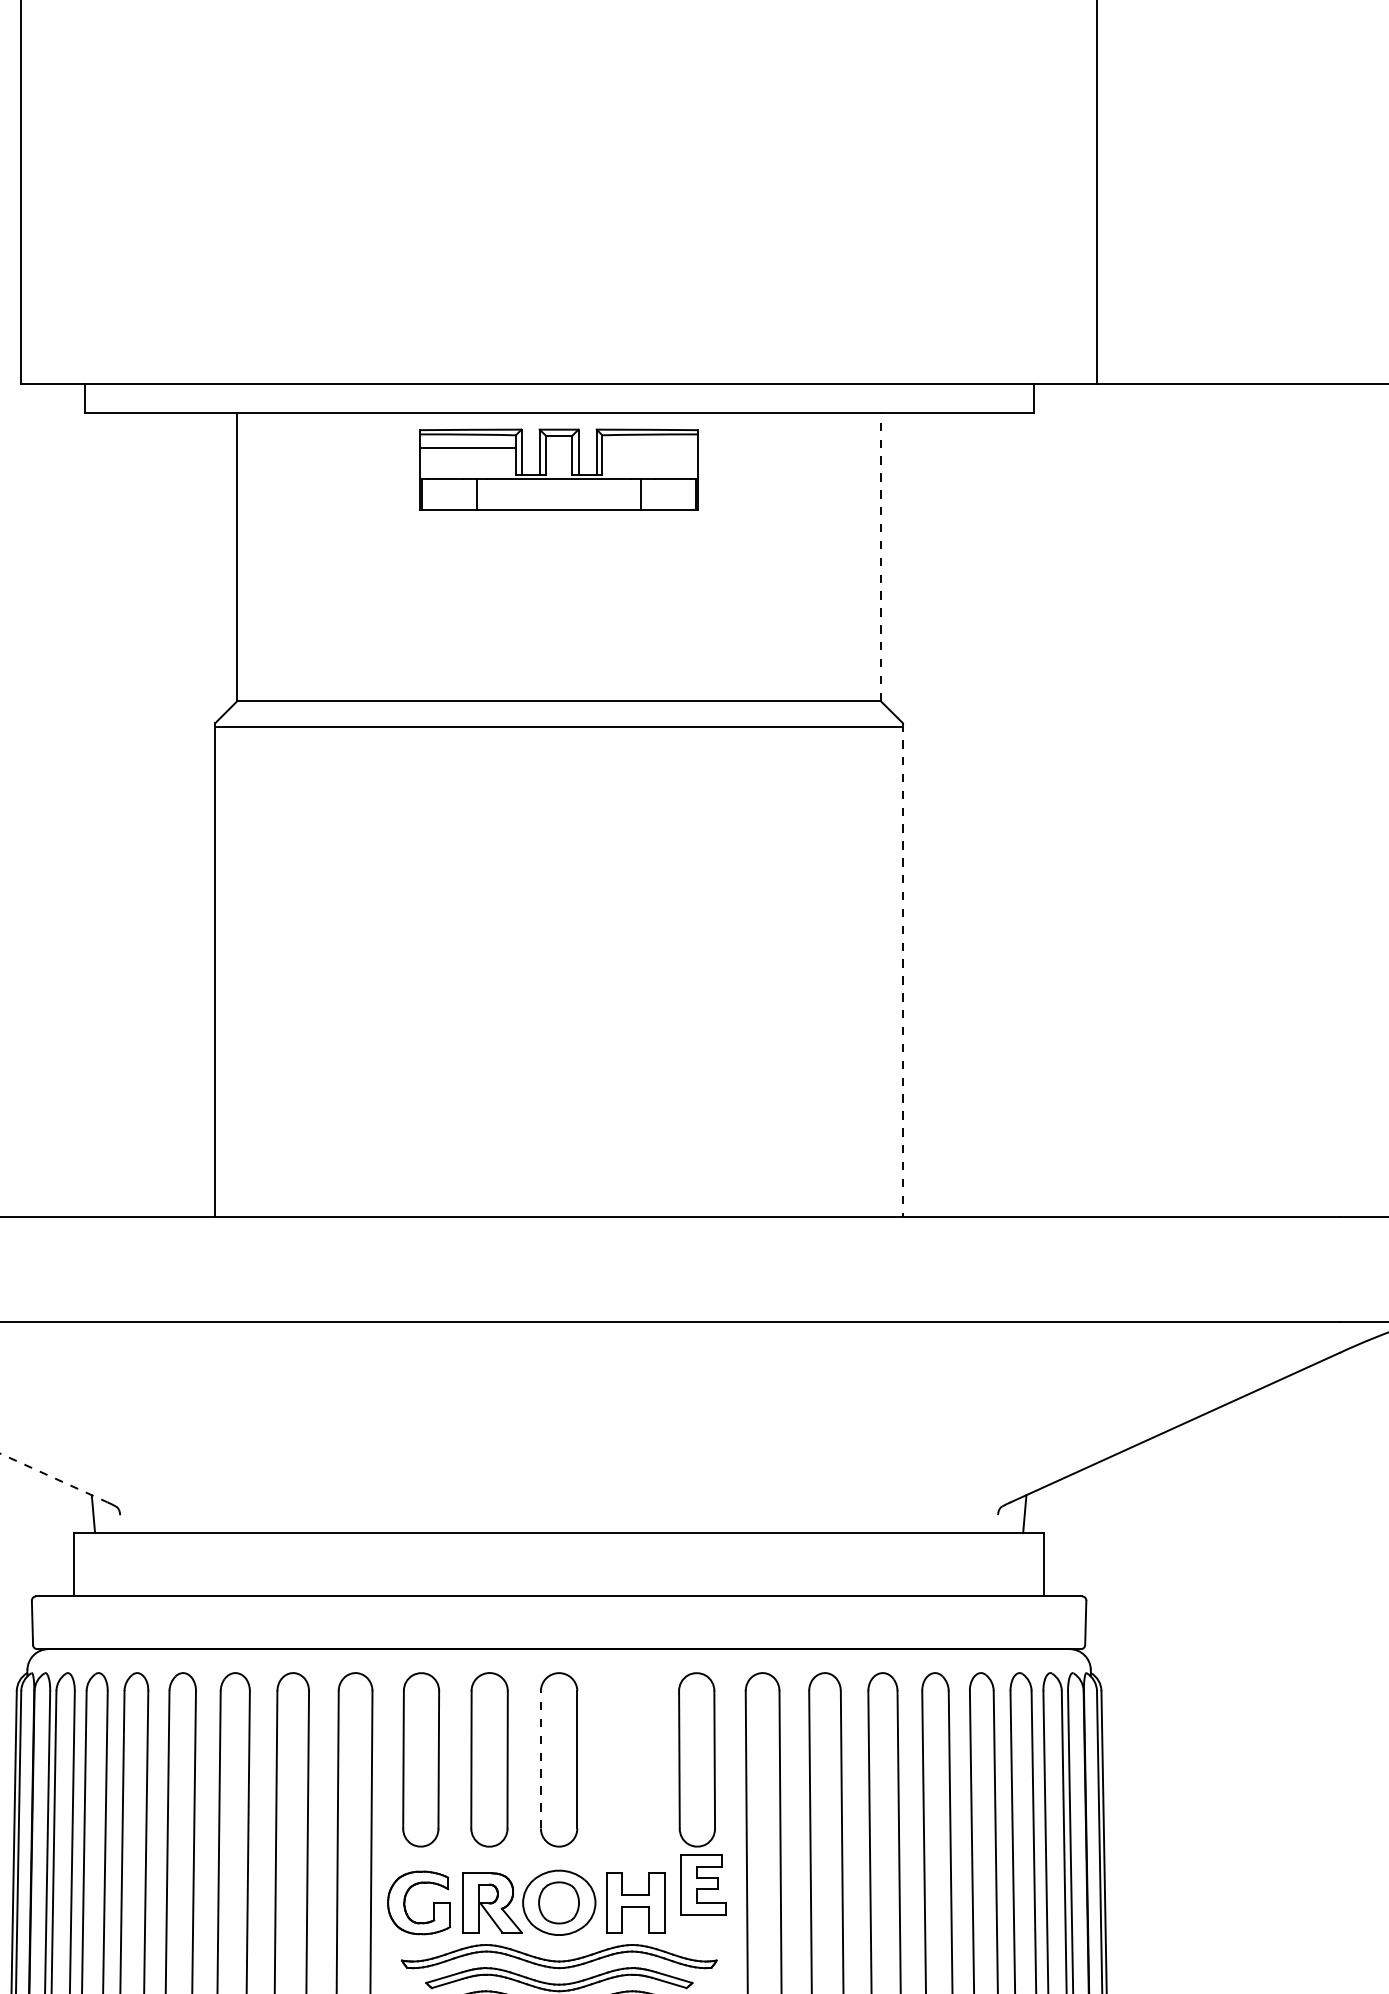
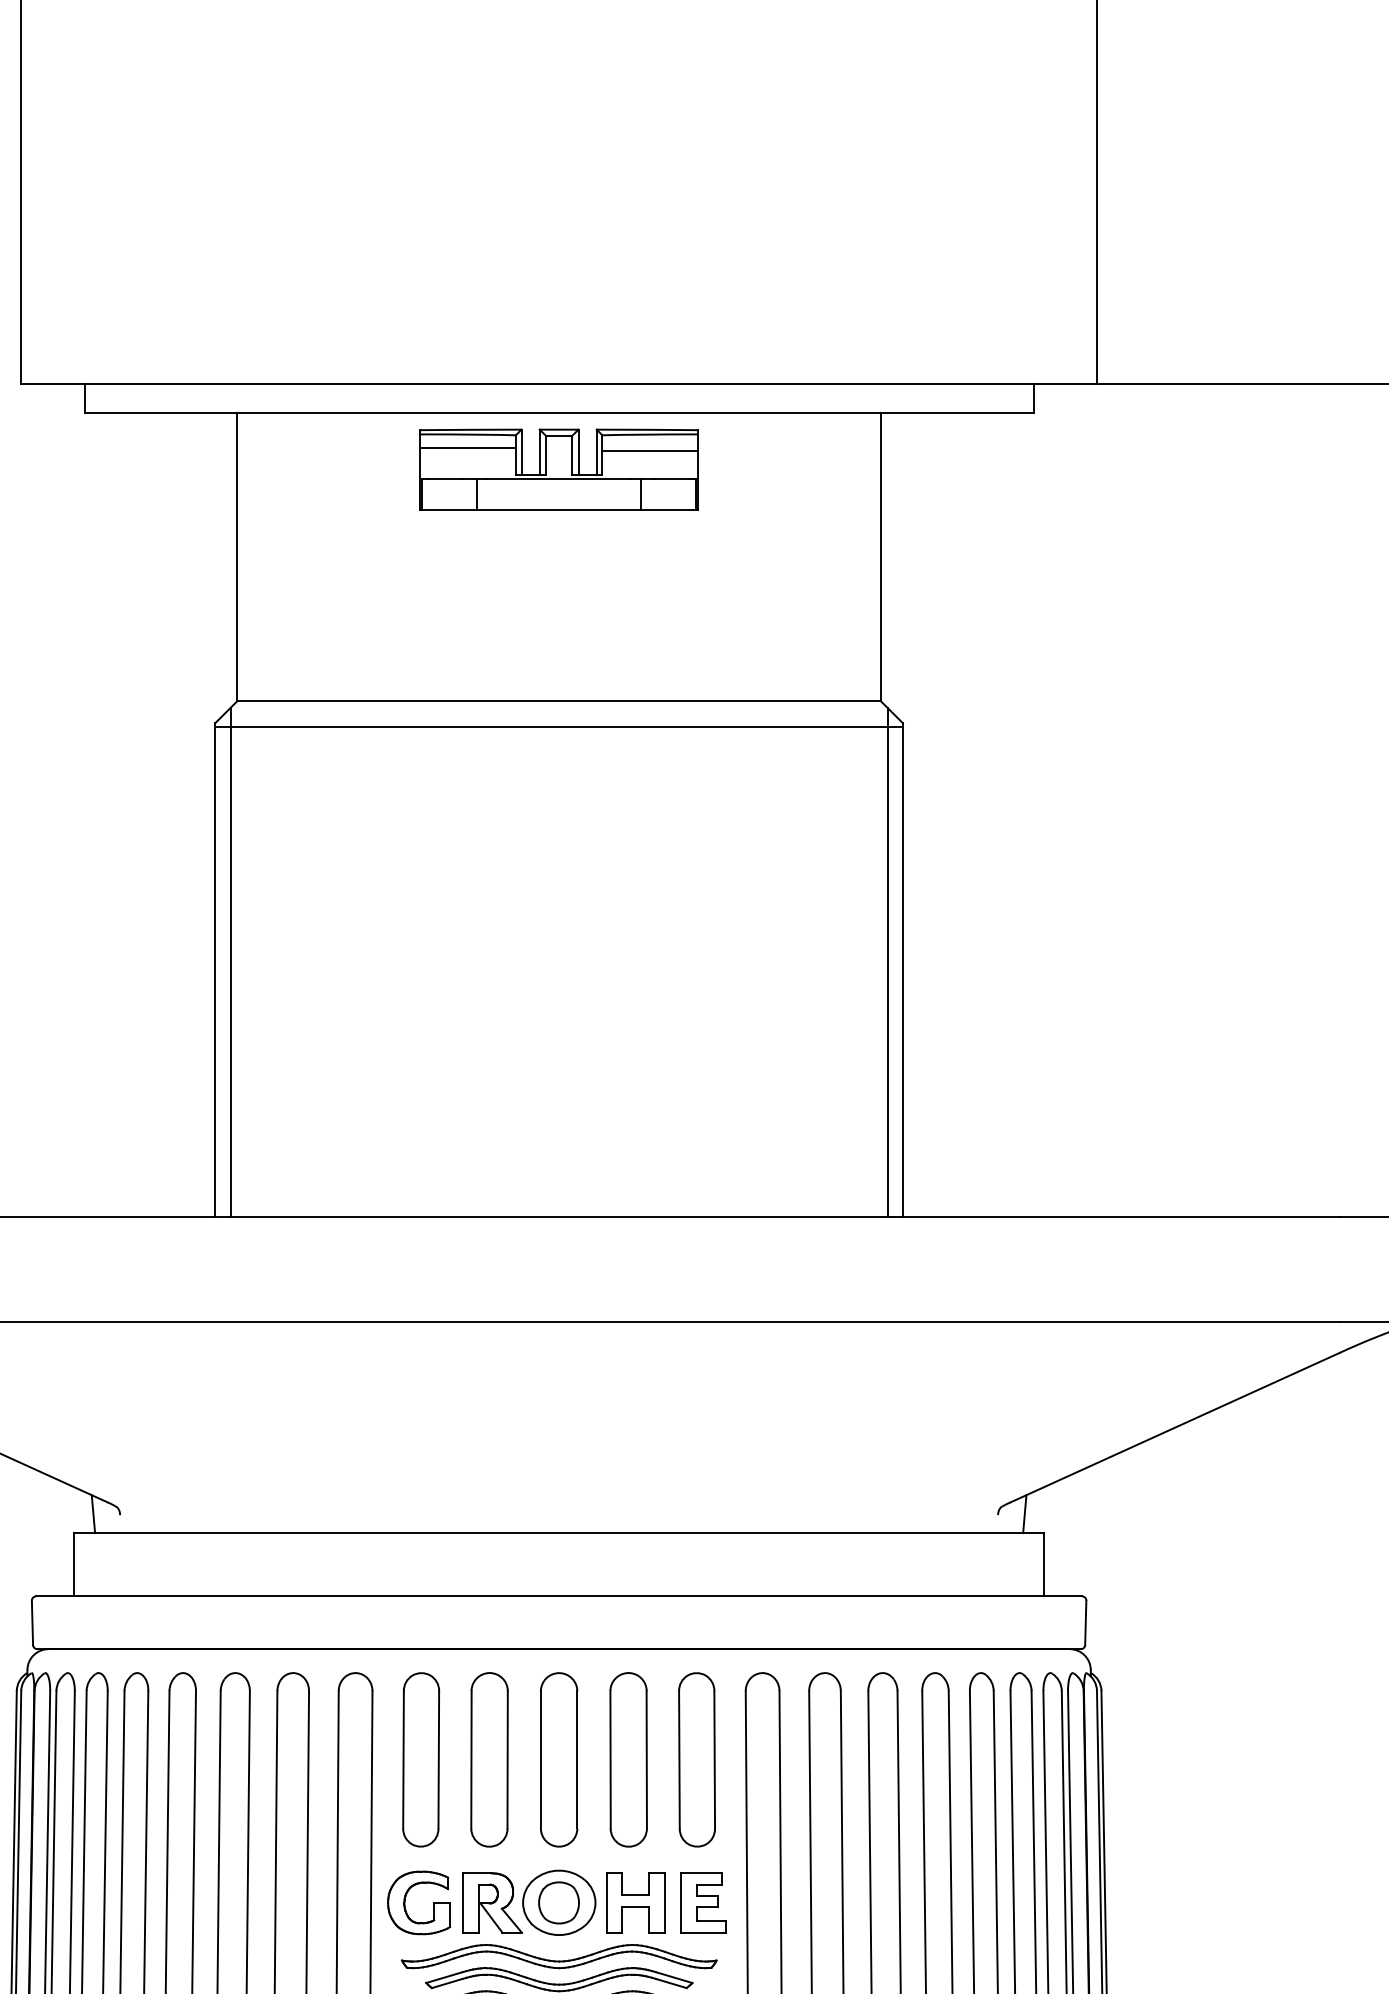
line at (650, 451): none -> present
line at (880, 557): dashed -> solid
line at (230, 962): none -> present
line at (887, 962): none -> present
line at (902, 969): dashed -> solid
line at (53, 1477): dashed -> solid
line at (540, 1759): dashed -> solid
part at (628, 1759): none -> present
part at (703, 1884) position: (703, 1884) -> (703, 1902)
